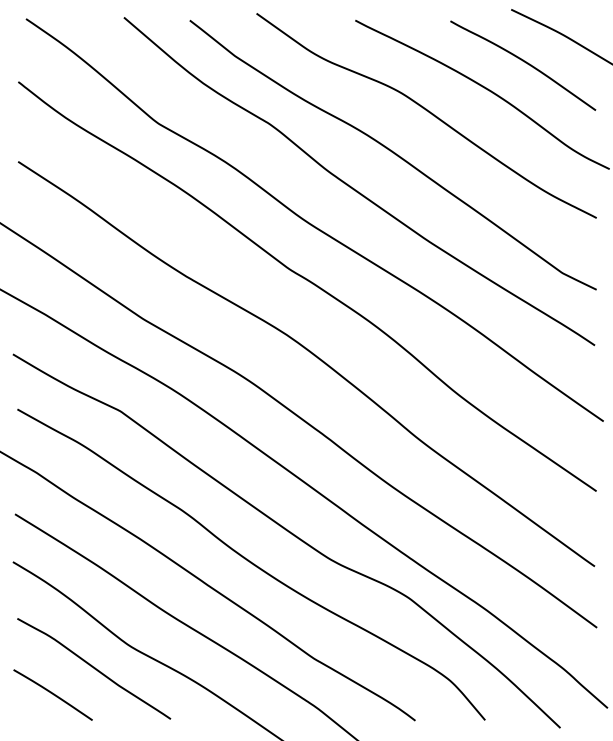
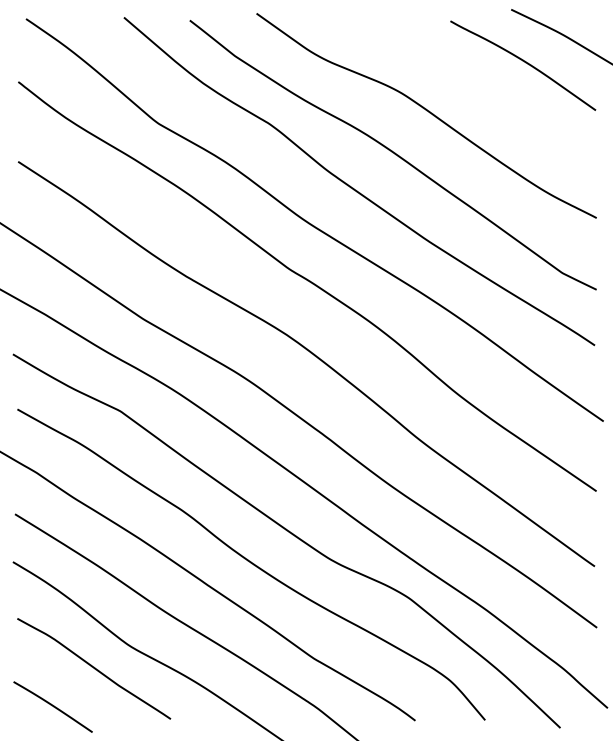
curve at (485, 89): present -> none
curve at (52, 694) position: (52, 694) -> (52, 706)
